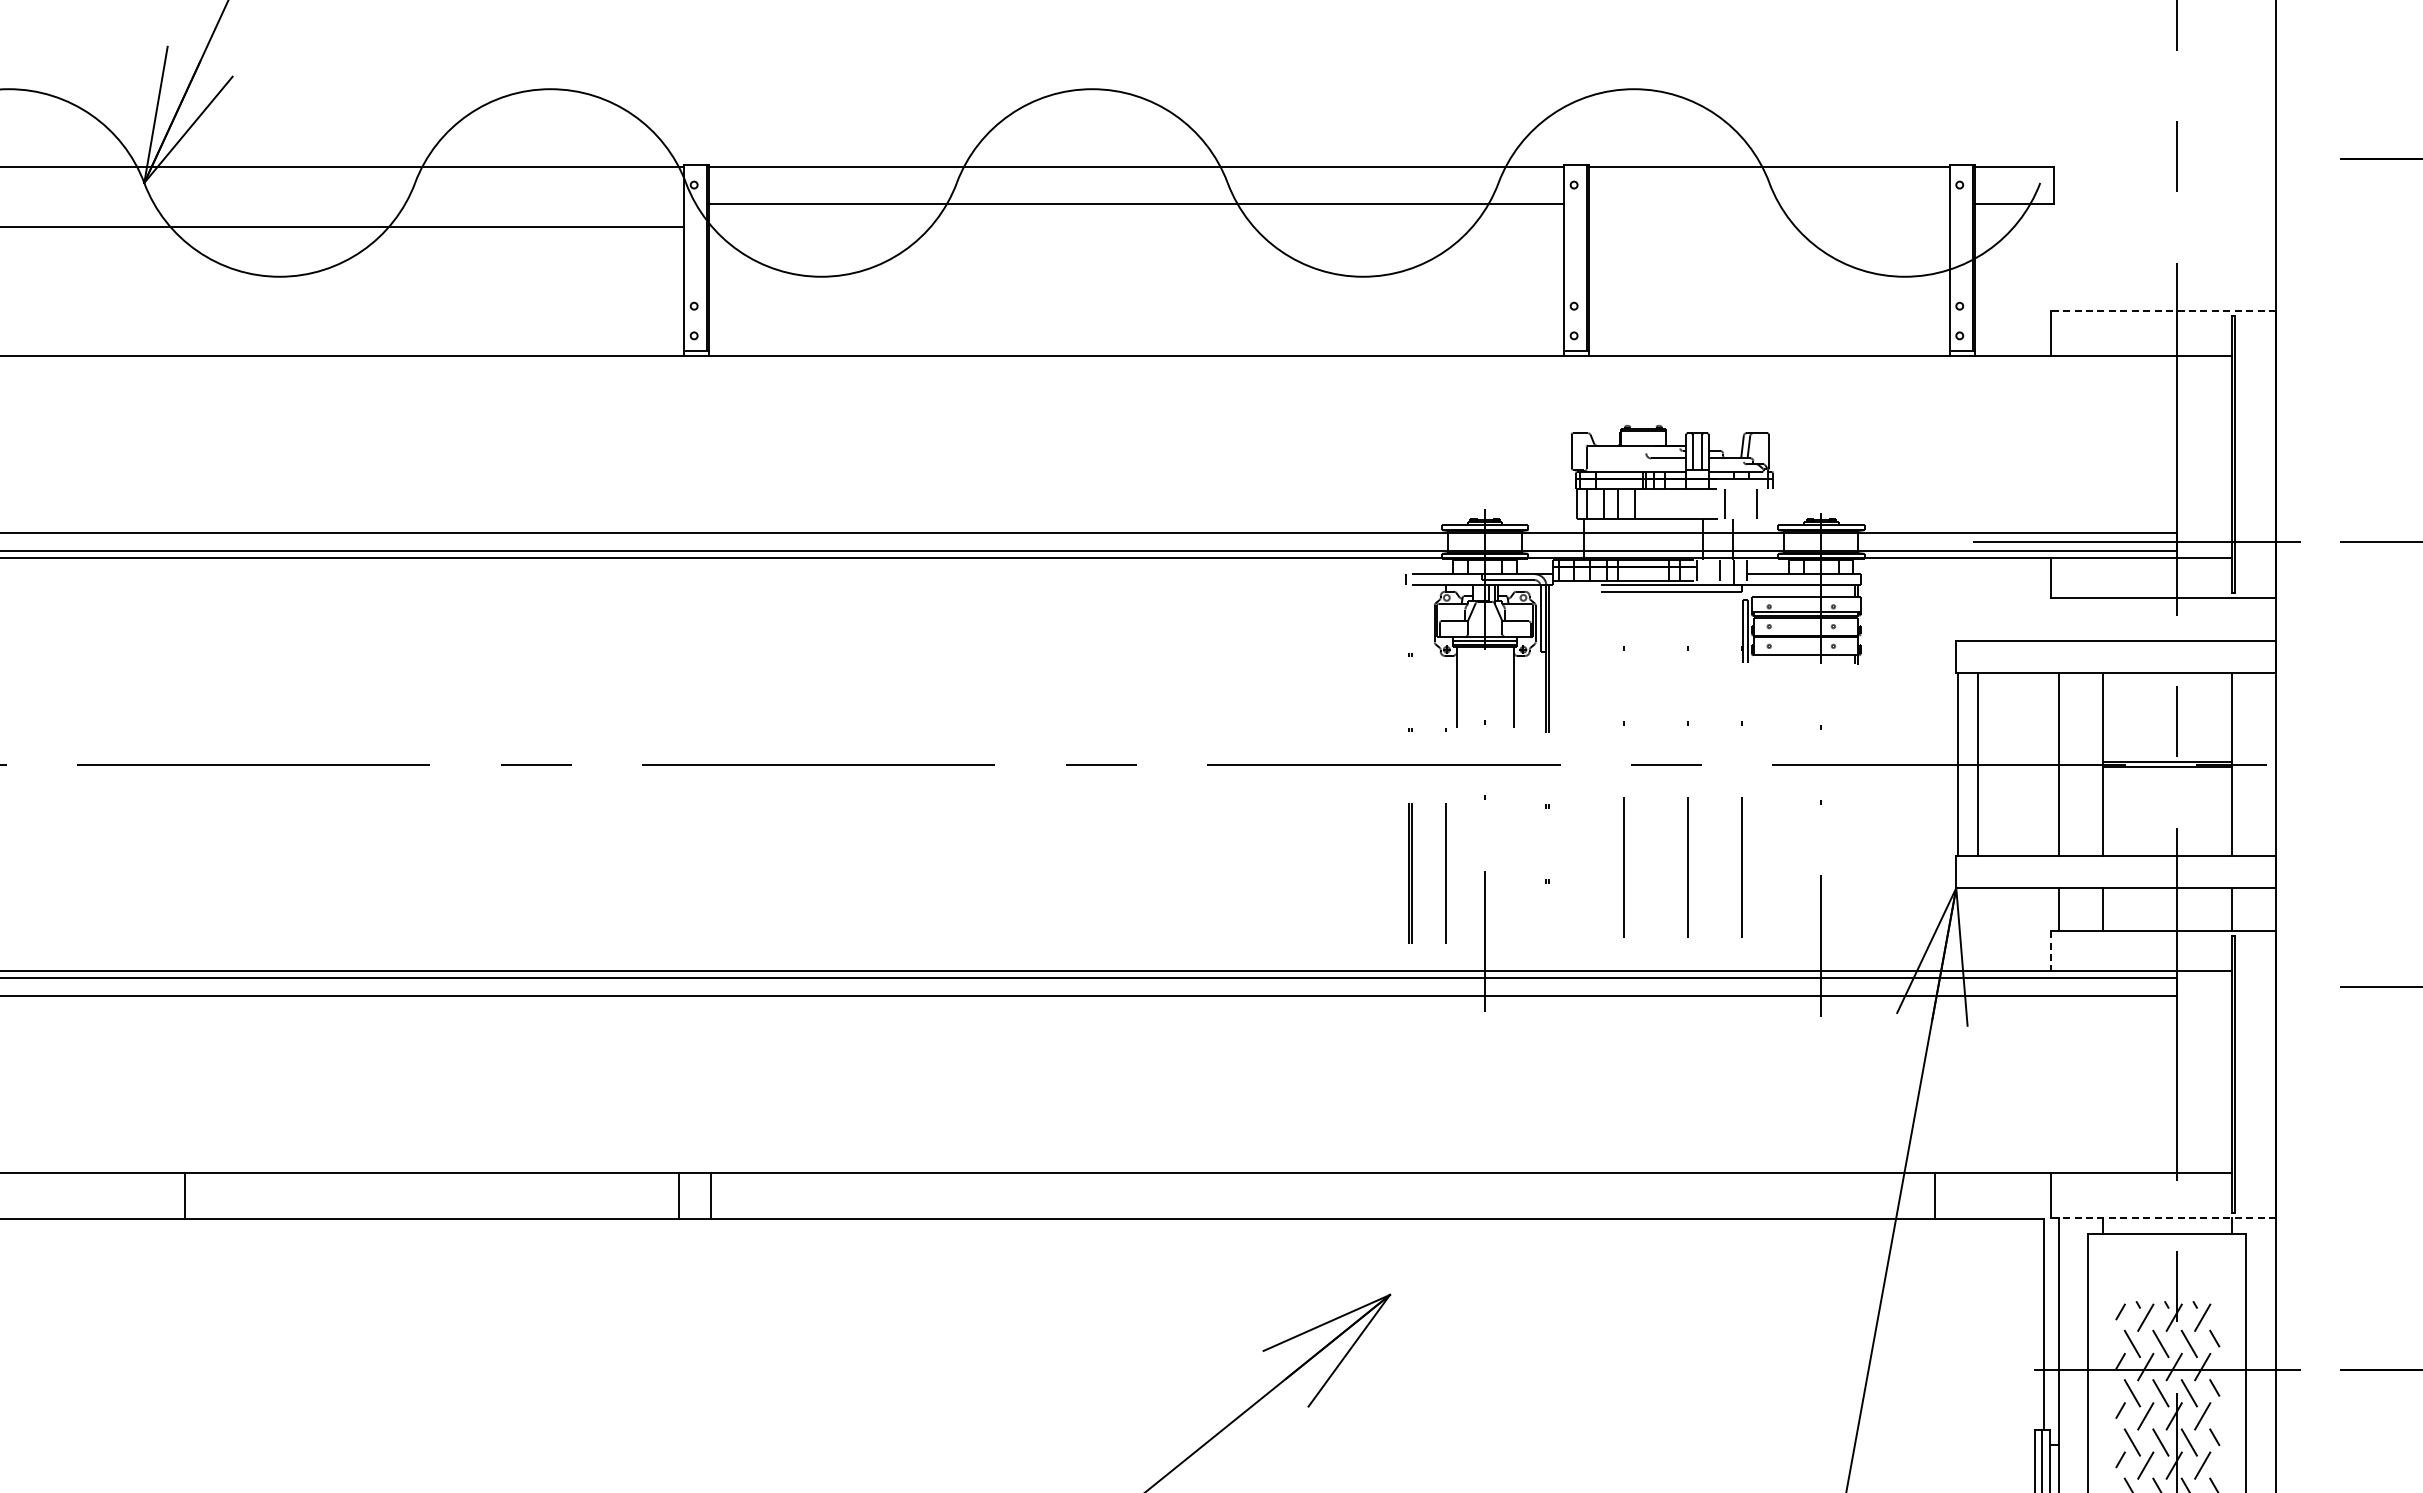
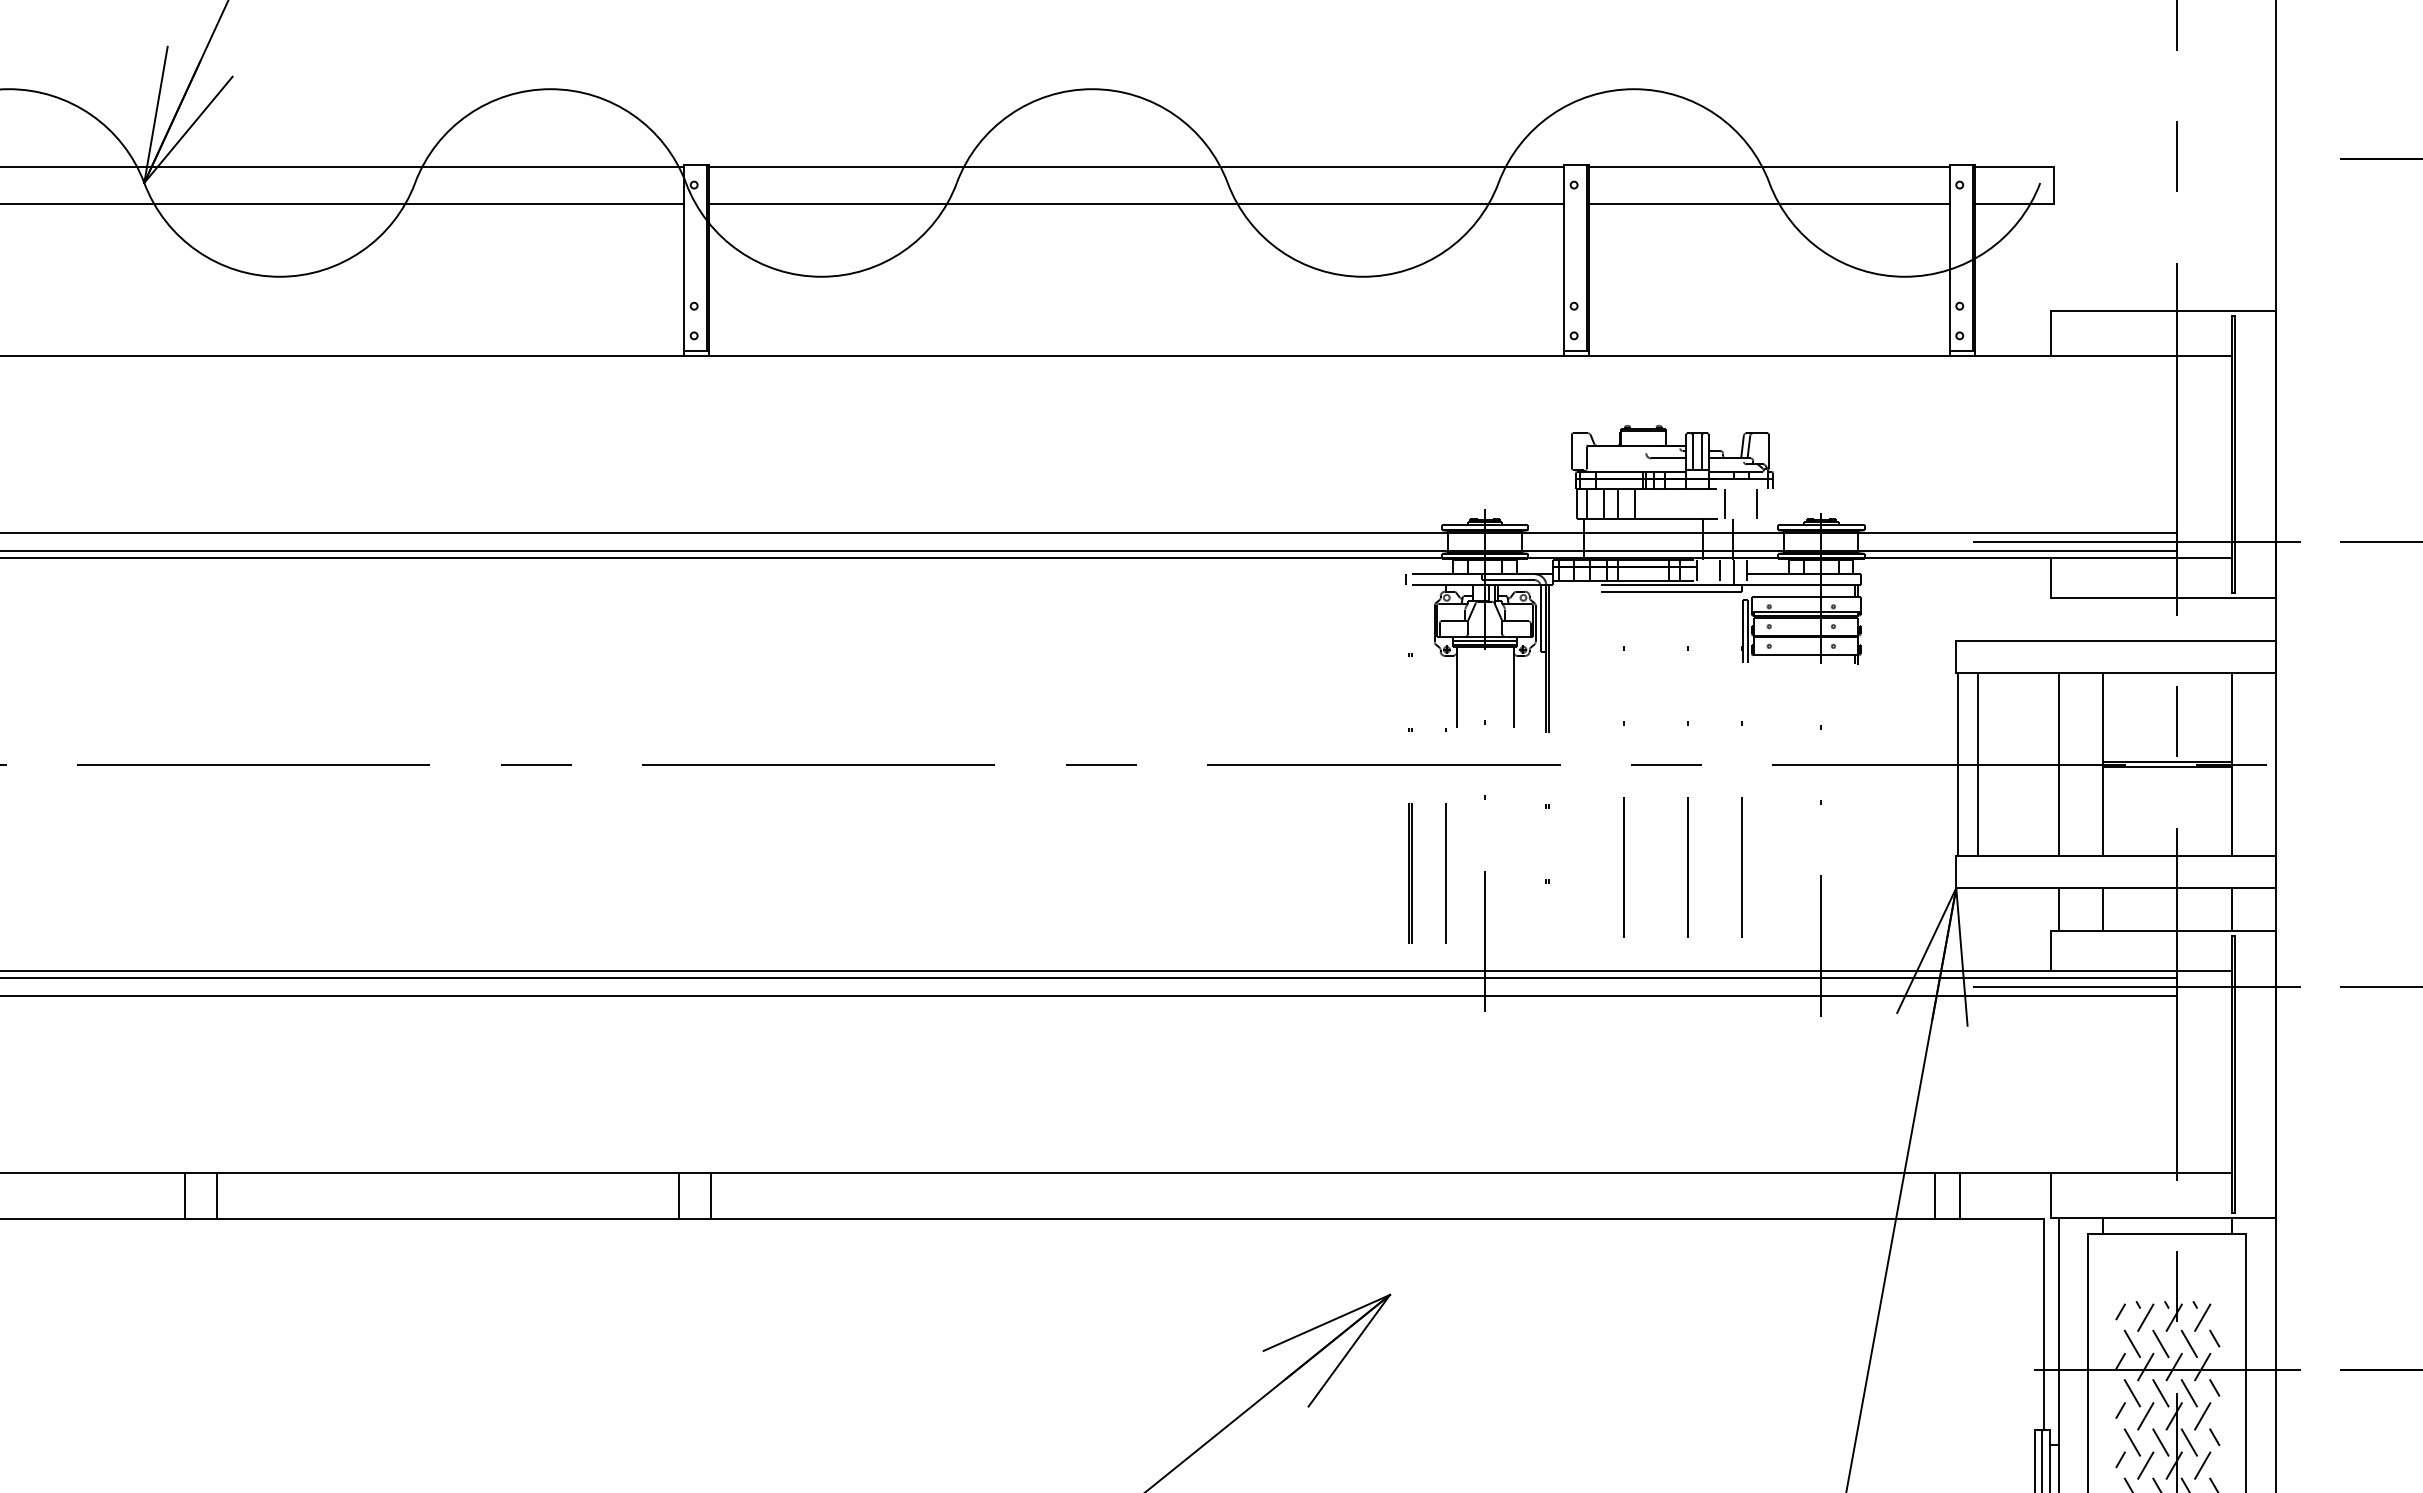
line at (1769, 203): none -> present
line at (343, 226) position: (343, 226) -> (343, 203)
line at (2163, 311): dashed -> solid
line at (2051, 950): dashed -> solid
line at (2136, 986): none -> present
line at (217, 1196): none -> present
line at (1959, 1196): none -> present
line at (2163, 1217): dashed -> solid
